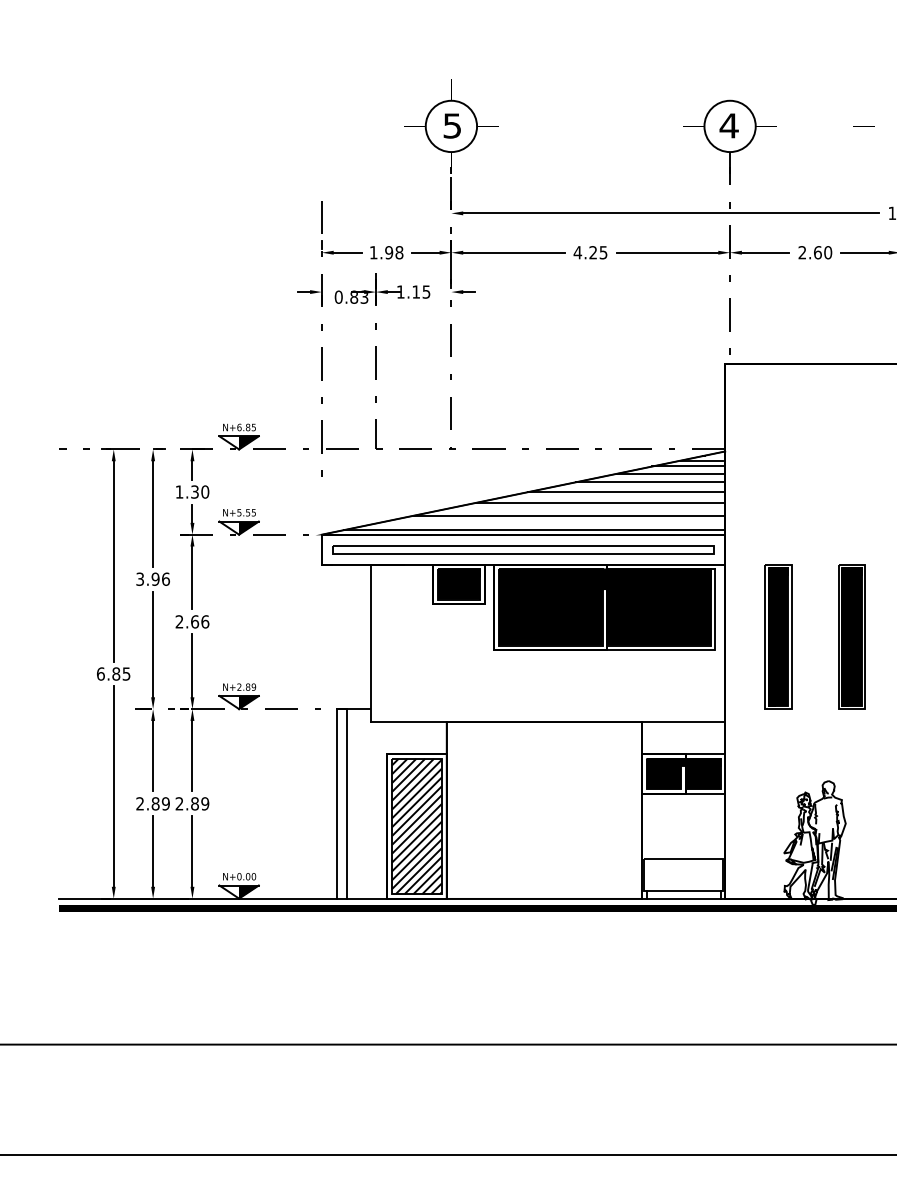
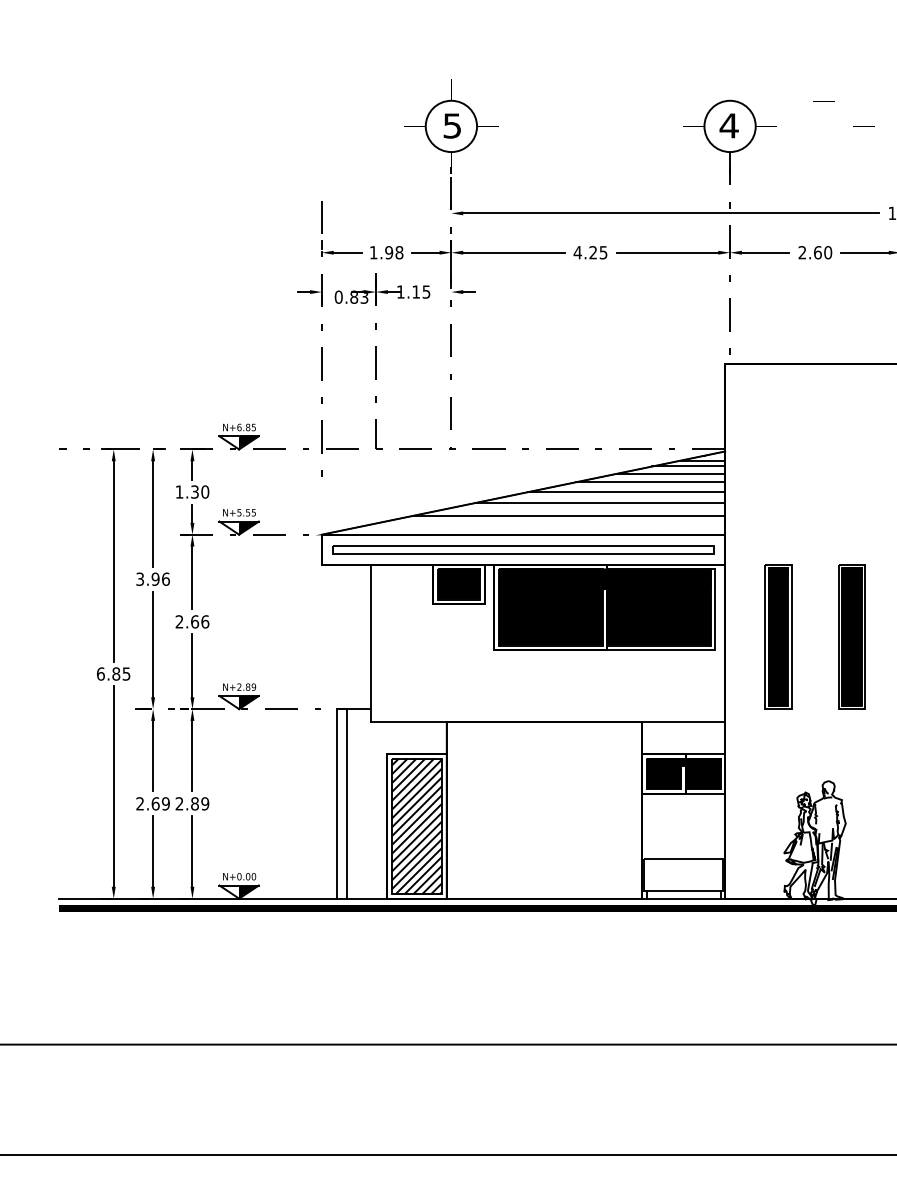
line at (823, 101): none -> present
line at (534, 530): present -> none
text at (155, 803): 2.89 -> 2.69
